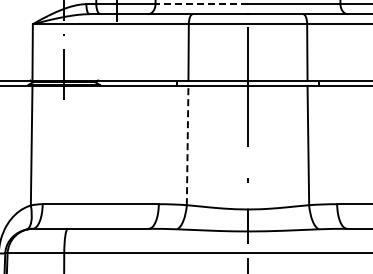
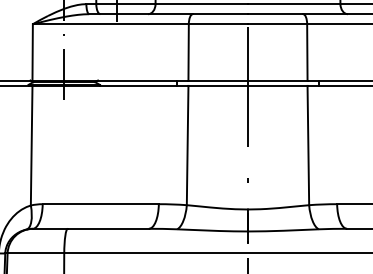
line at (201, 4): dashed -> solid
line at (187, 145): dashed -> solid
